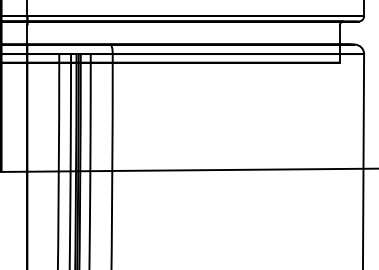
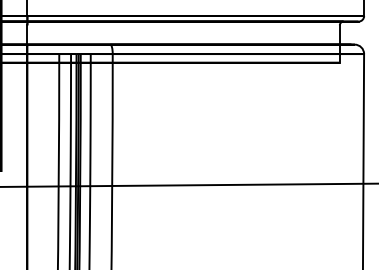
line at (188, 169) position: (188, 169) -> (188, 184)
